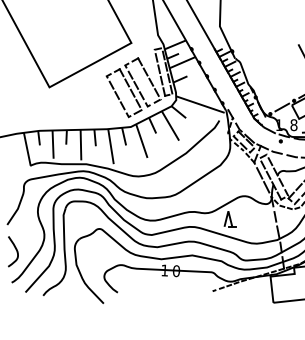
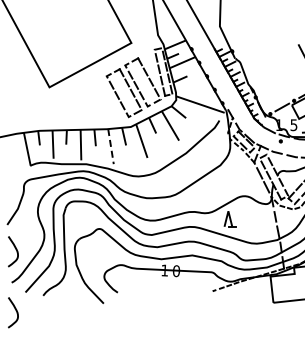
text at (293, 125): 8 -> 5
line at (111, 146): solid -> dashed
curve at (15, 310): none -> present
